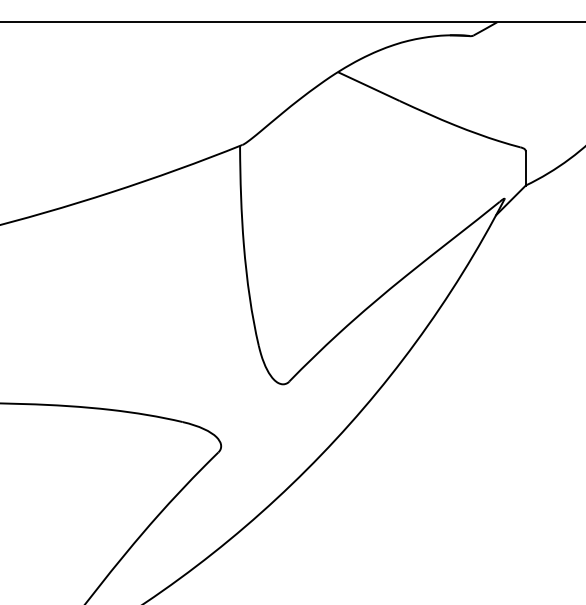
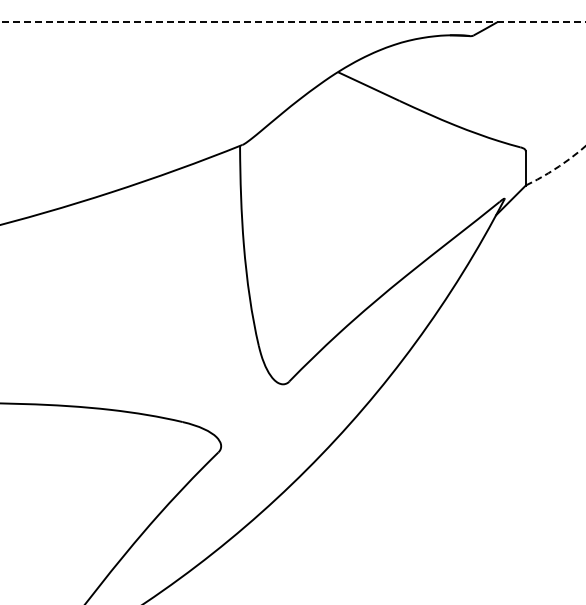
line at (293, 22): solid -> dashed
arc at (557, 167): solid -> dashed
